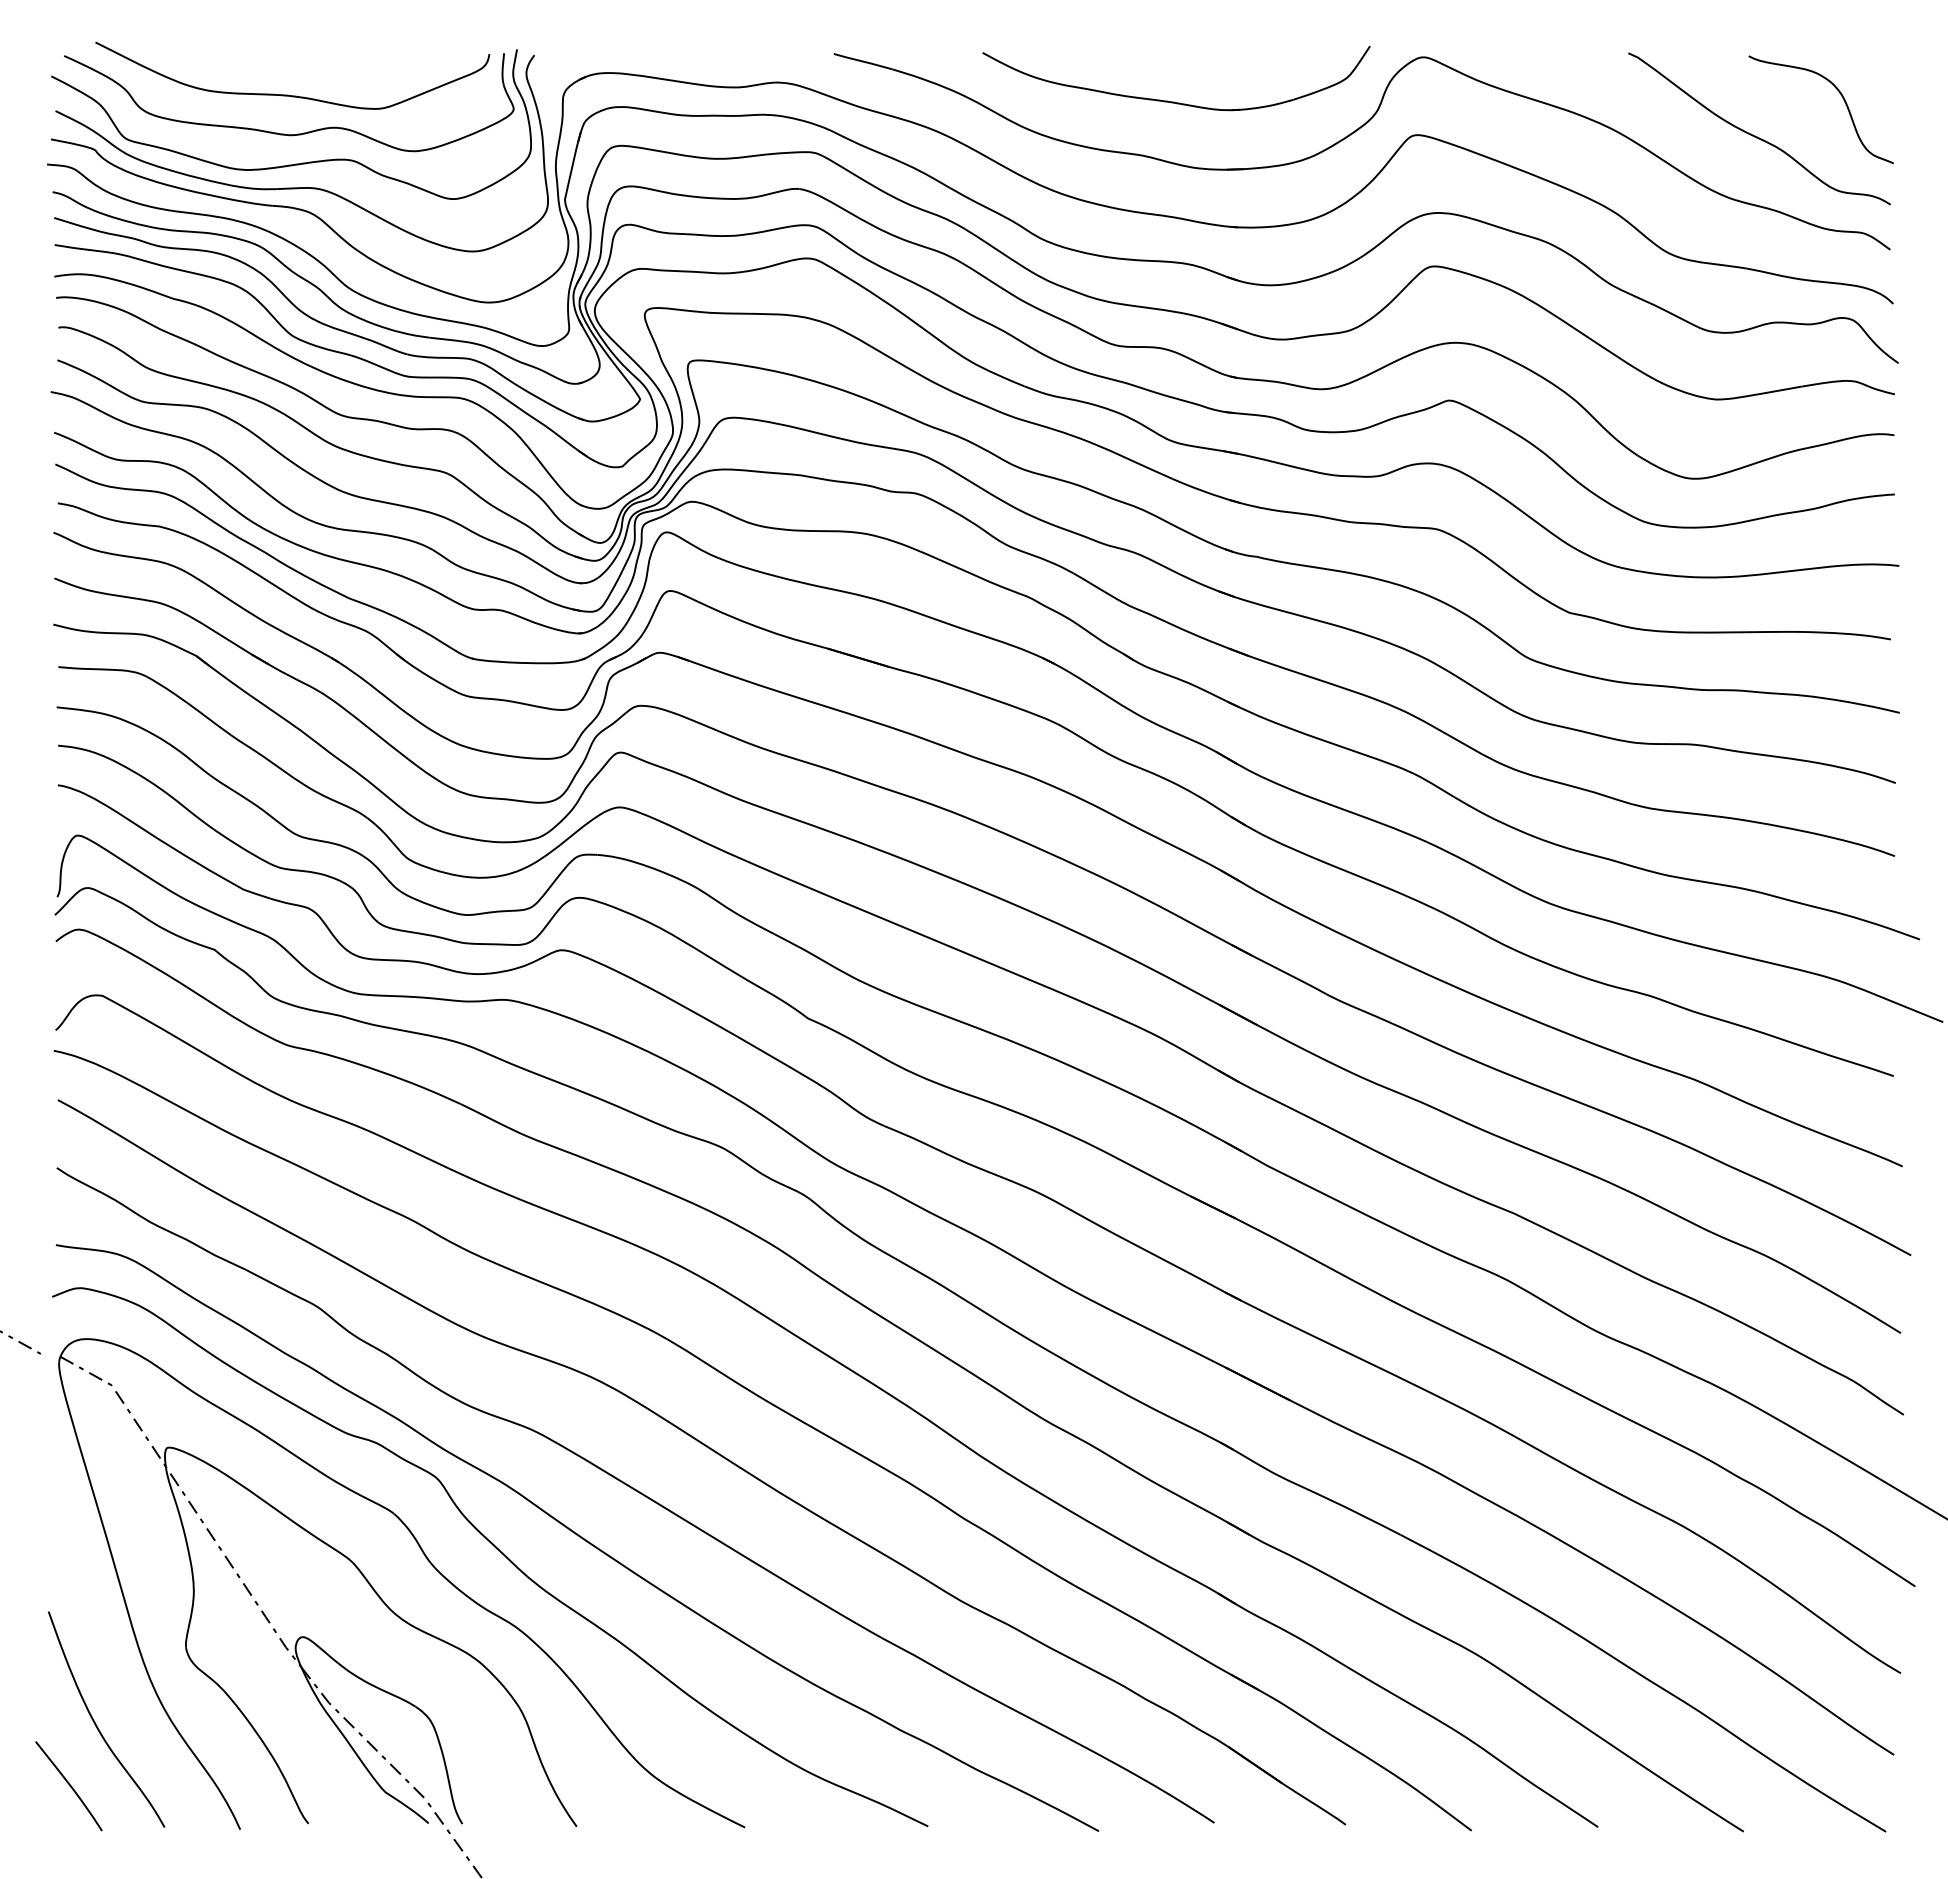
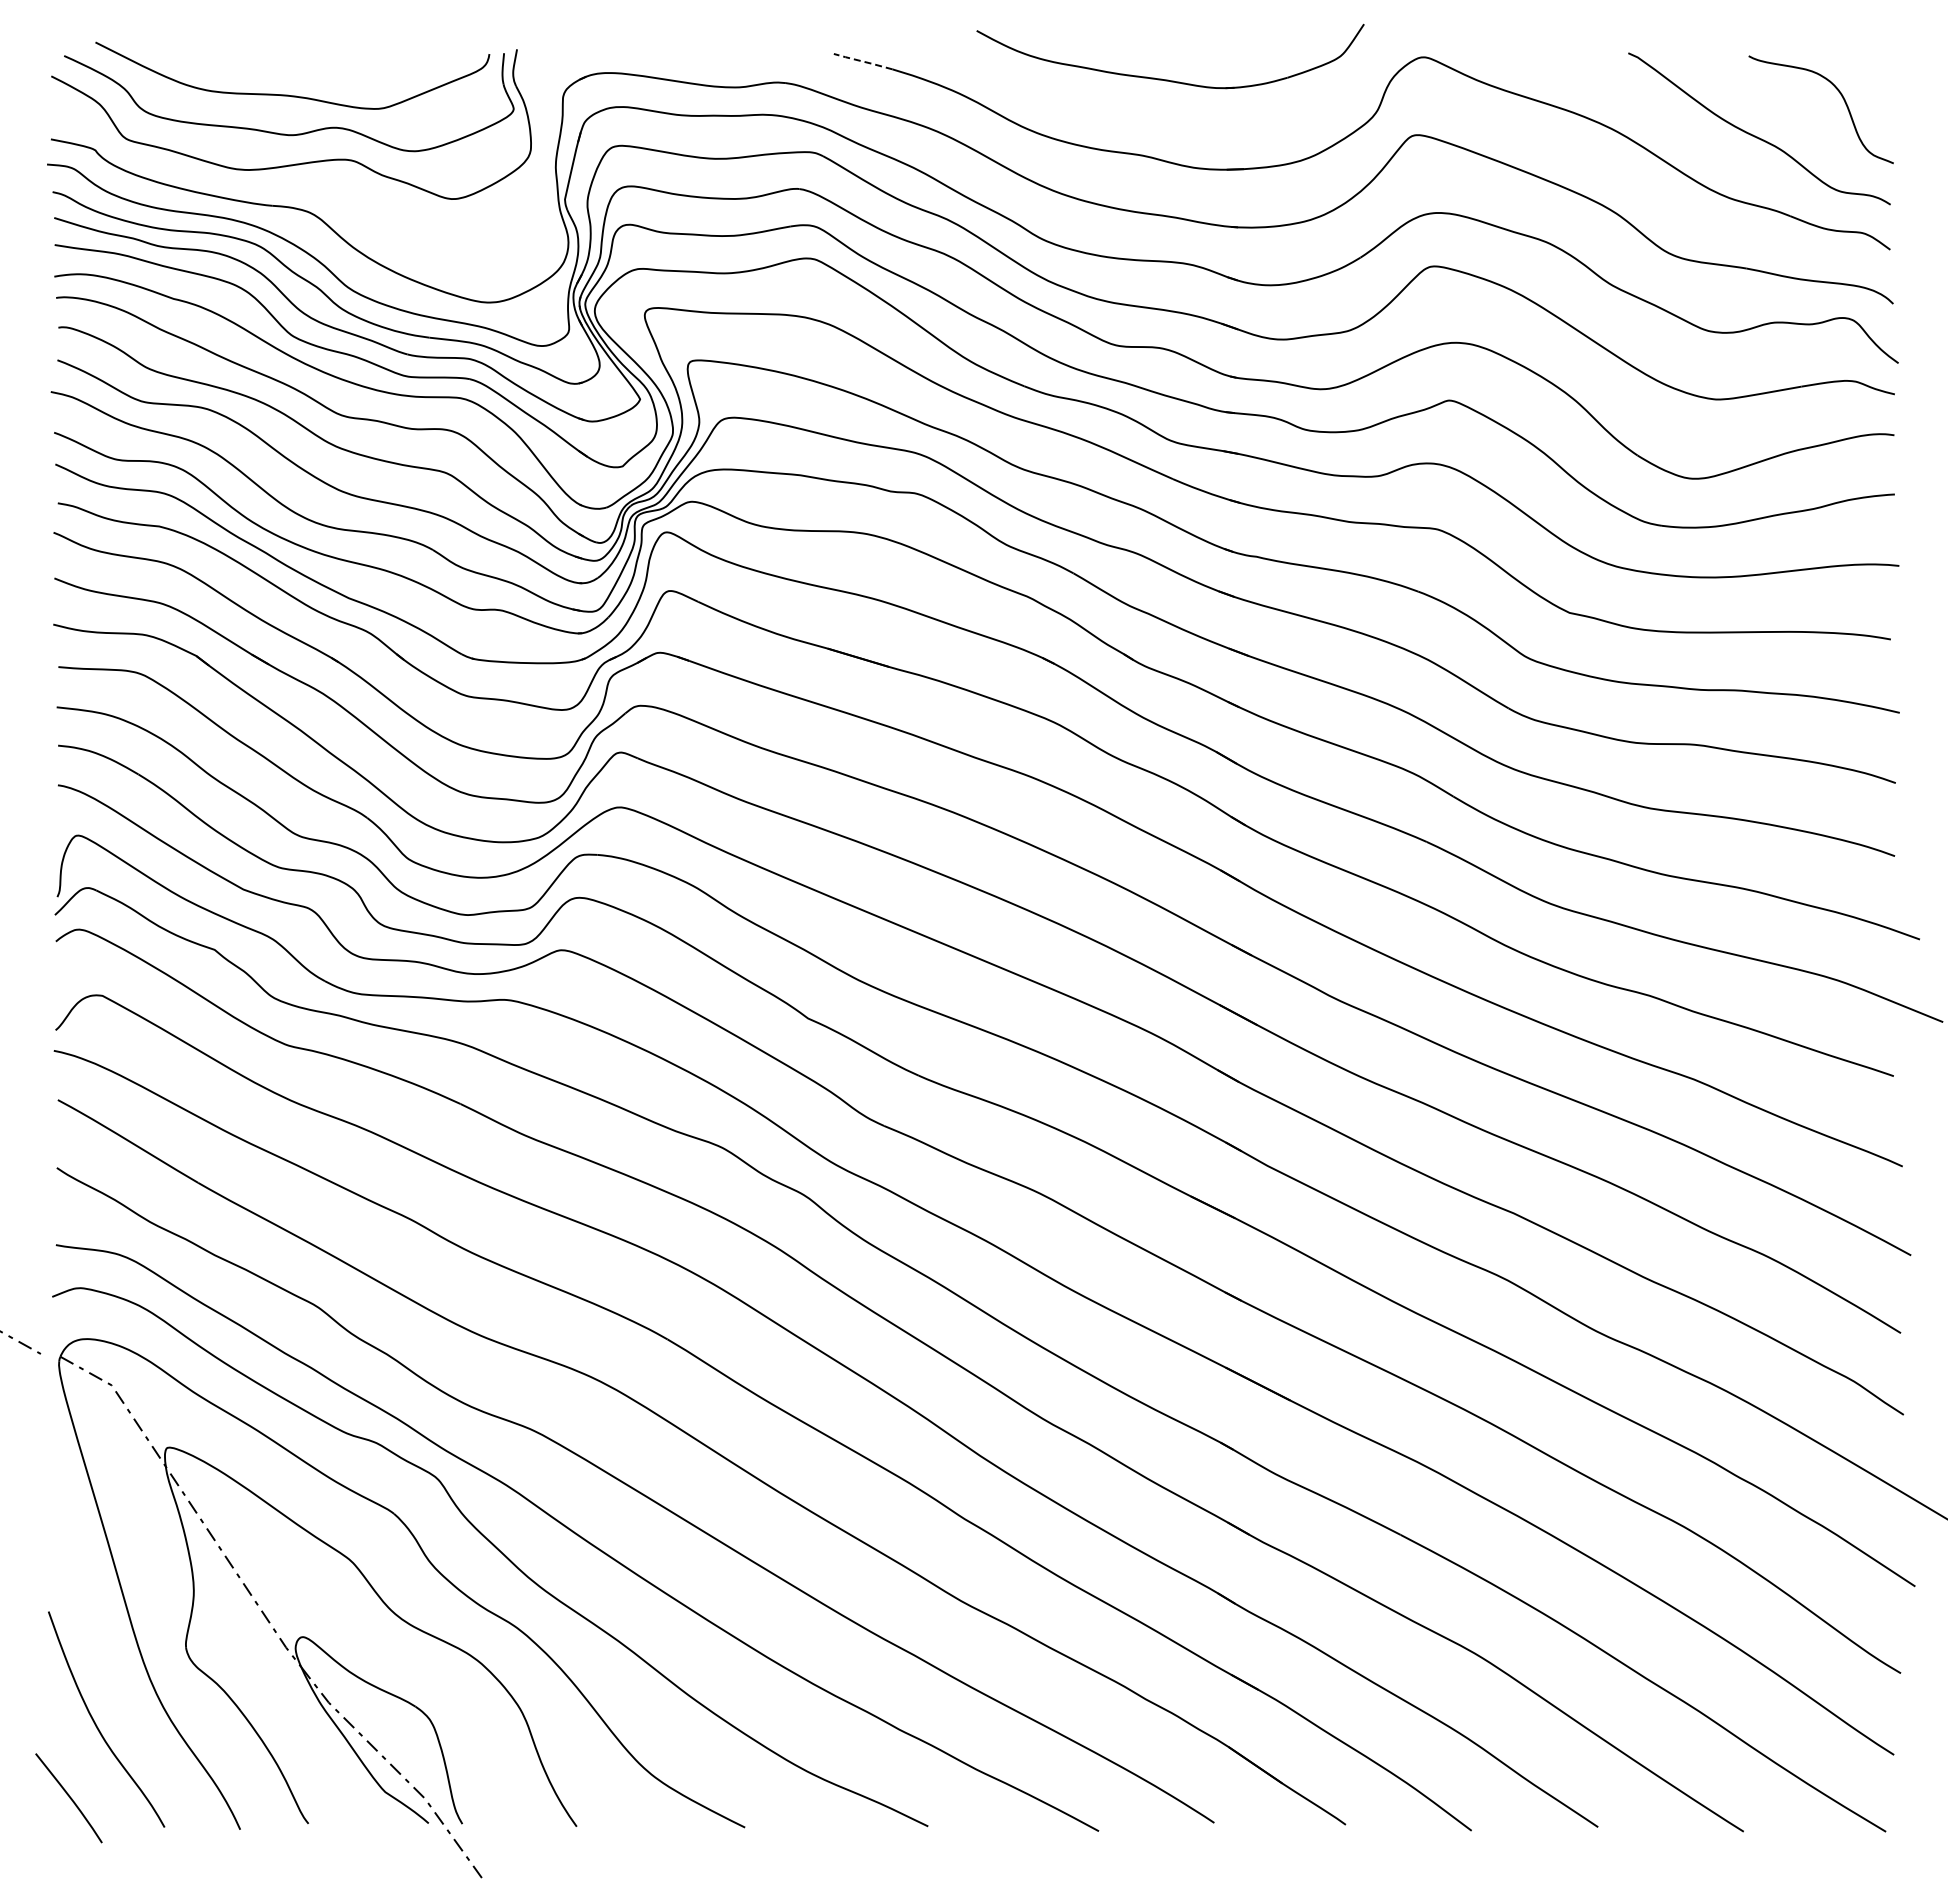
line at (862, 61): solid -> dashed
part at (1174, 101) position: (1174, 101) -> (1168, 79)
part at (301, 187): present -> none
curve at (69, 1786) position: (69, 1786) -> (69, 1798)
